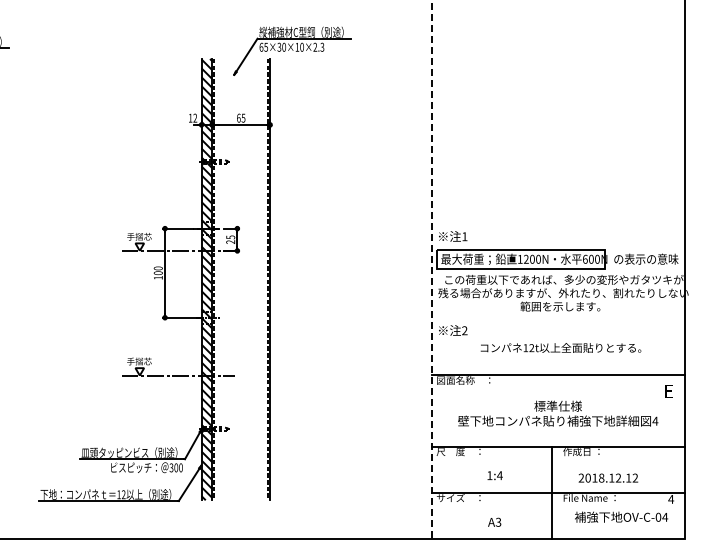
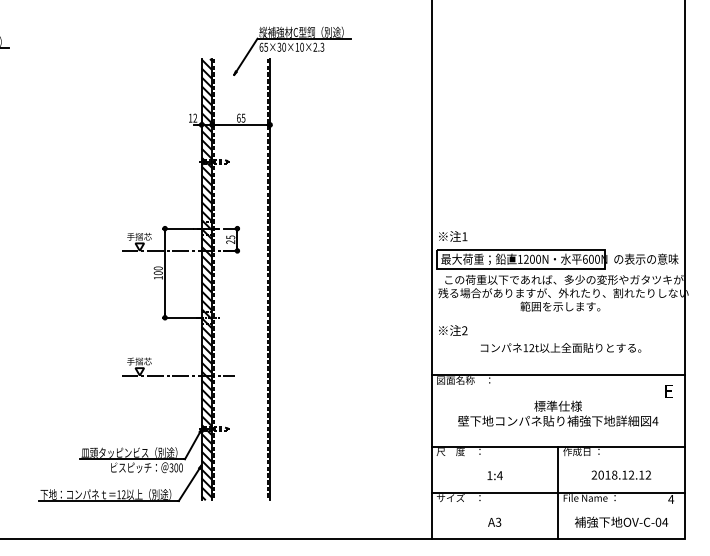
line at (431, 270): dashed -> solid
text at (608, 477) position: (608, 477) -> (621, 474)
line at (552, 492) position: (552, 492) -> (558, 492)
text at (621, 516) position: (621, 516) -> (621, 521)
